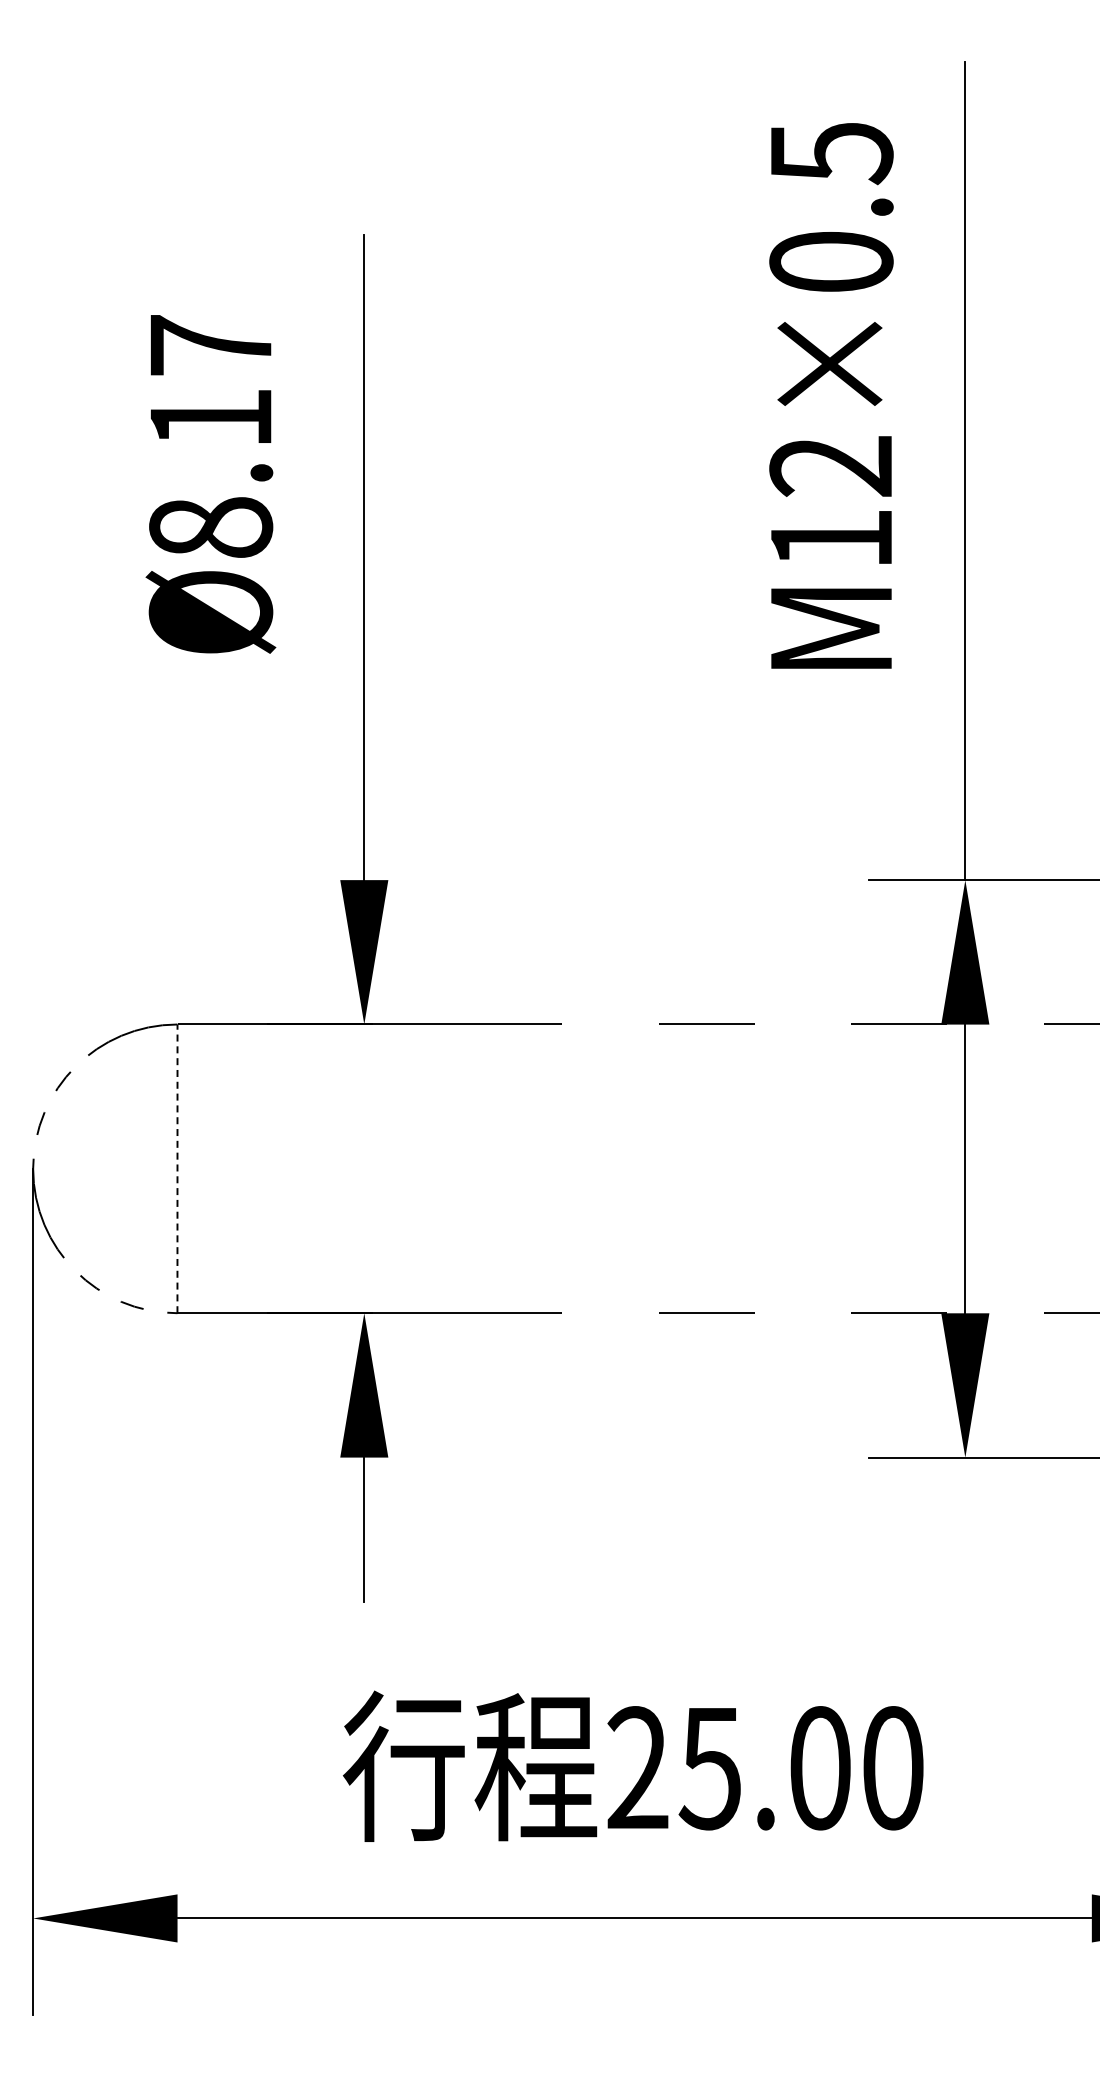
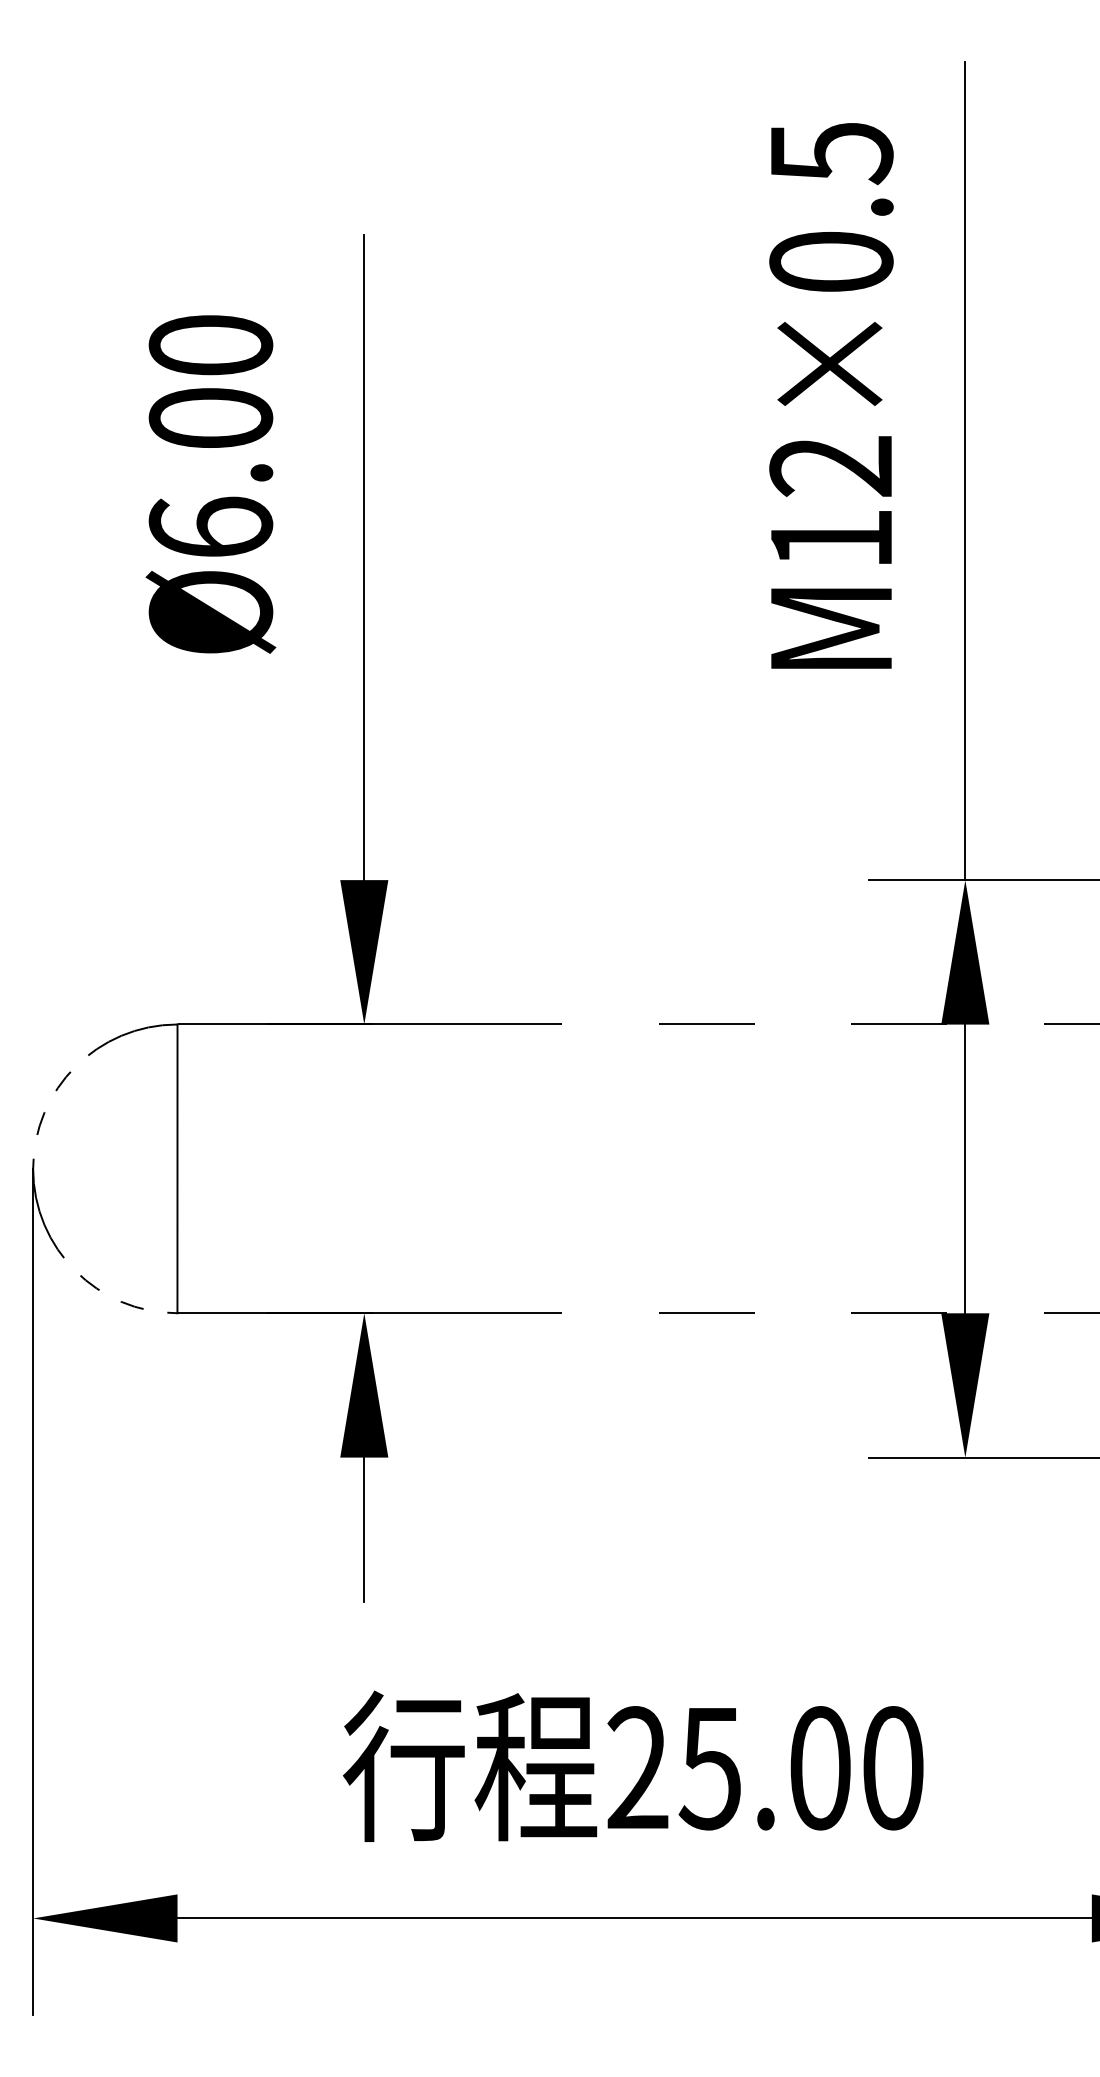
text at (210, 436): Ø8.17 -> Ø6.00
line at (177, 1168): dashed -> solid
